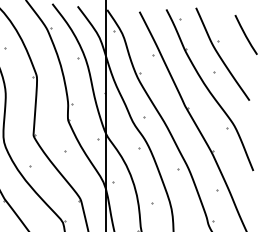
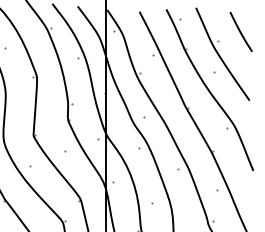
line at (245, 34) position: (245, 34) -> (240, 31)
